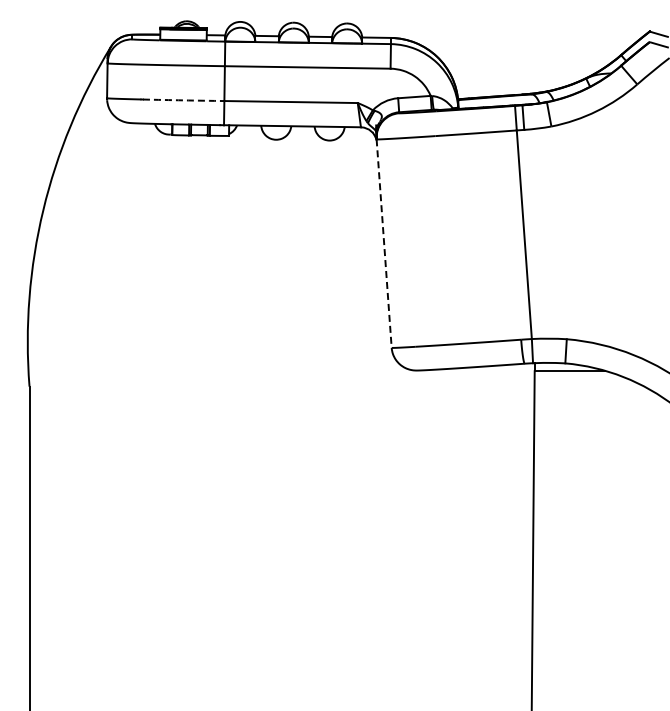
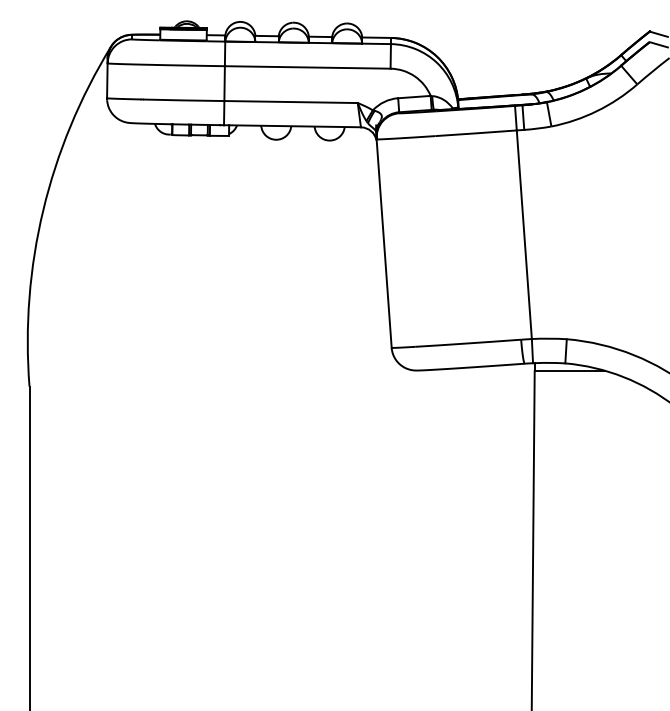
arc at (183, 100): dashed -> solid
line at (384, 243): dashed -> solid
